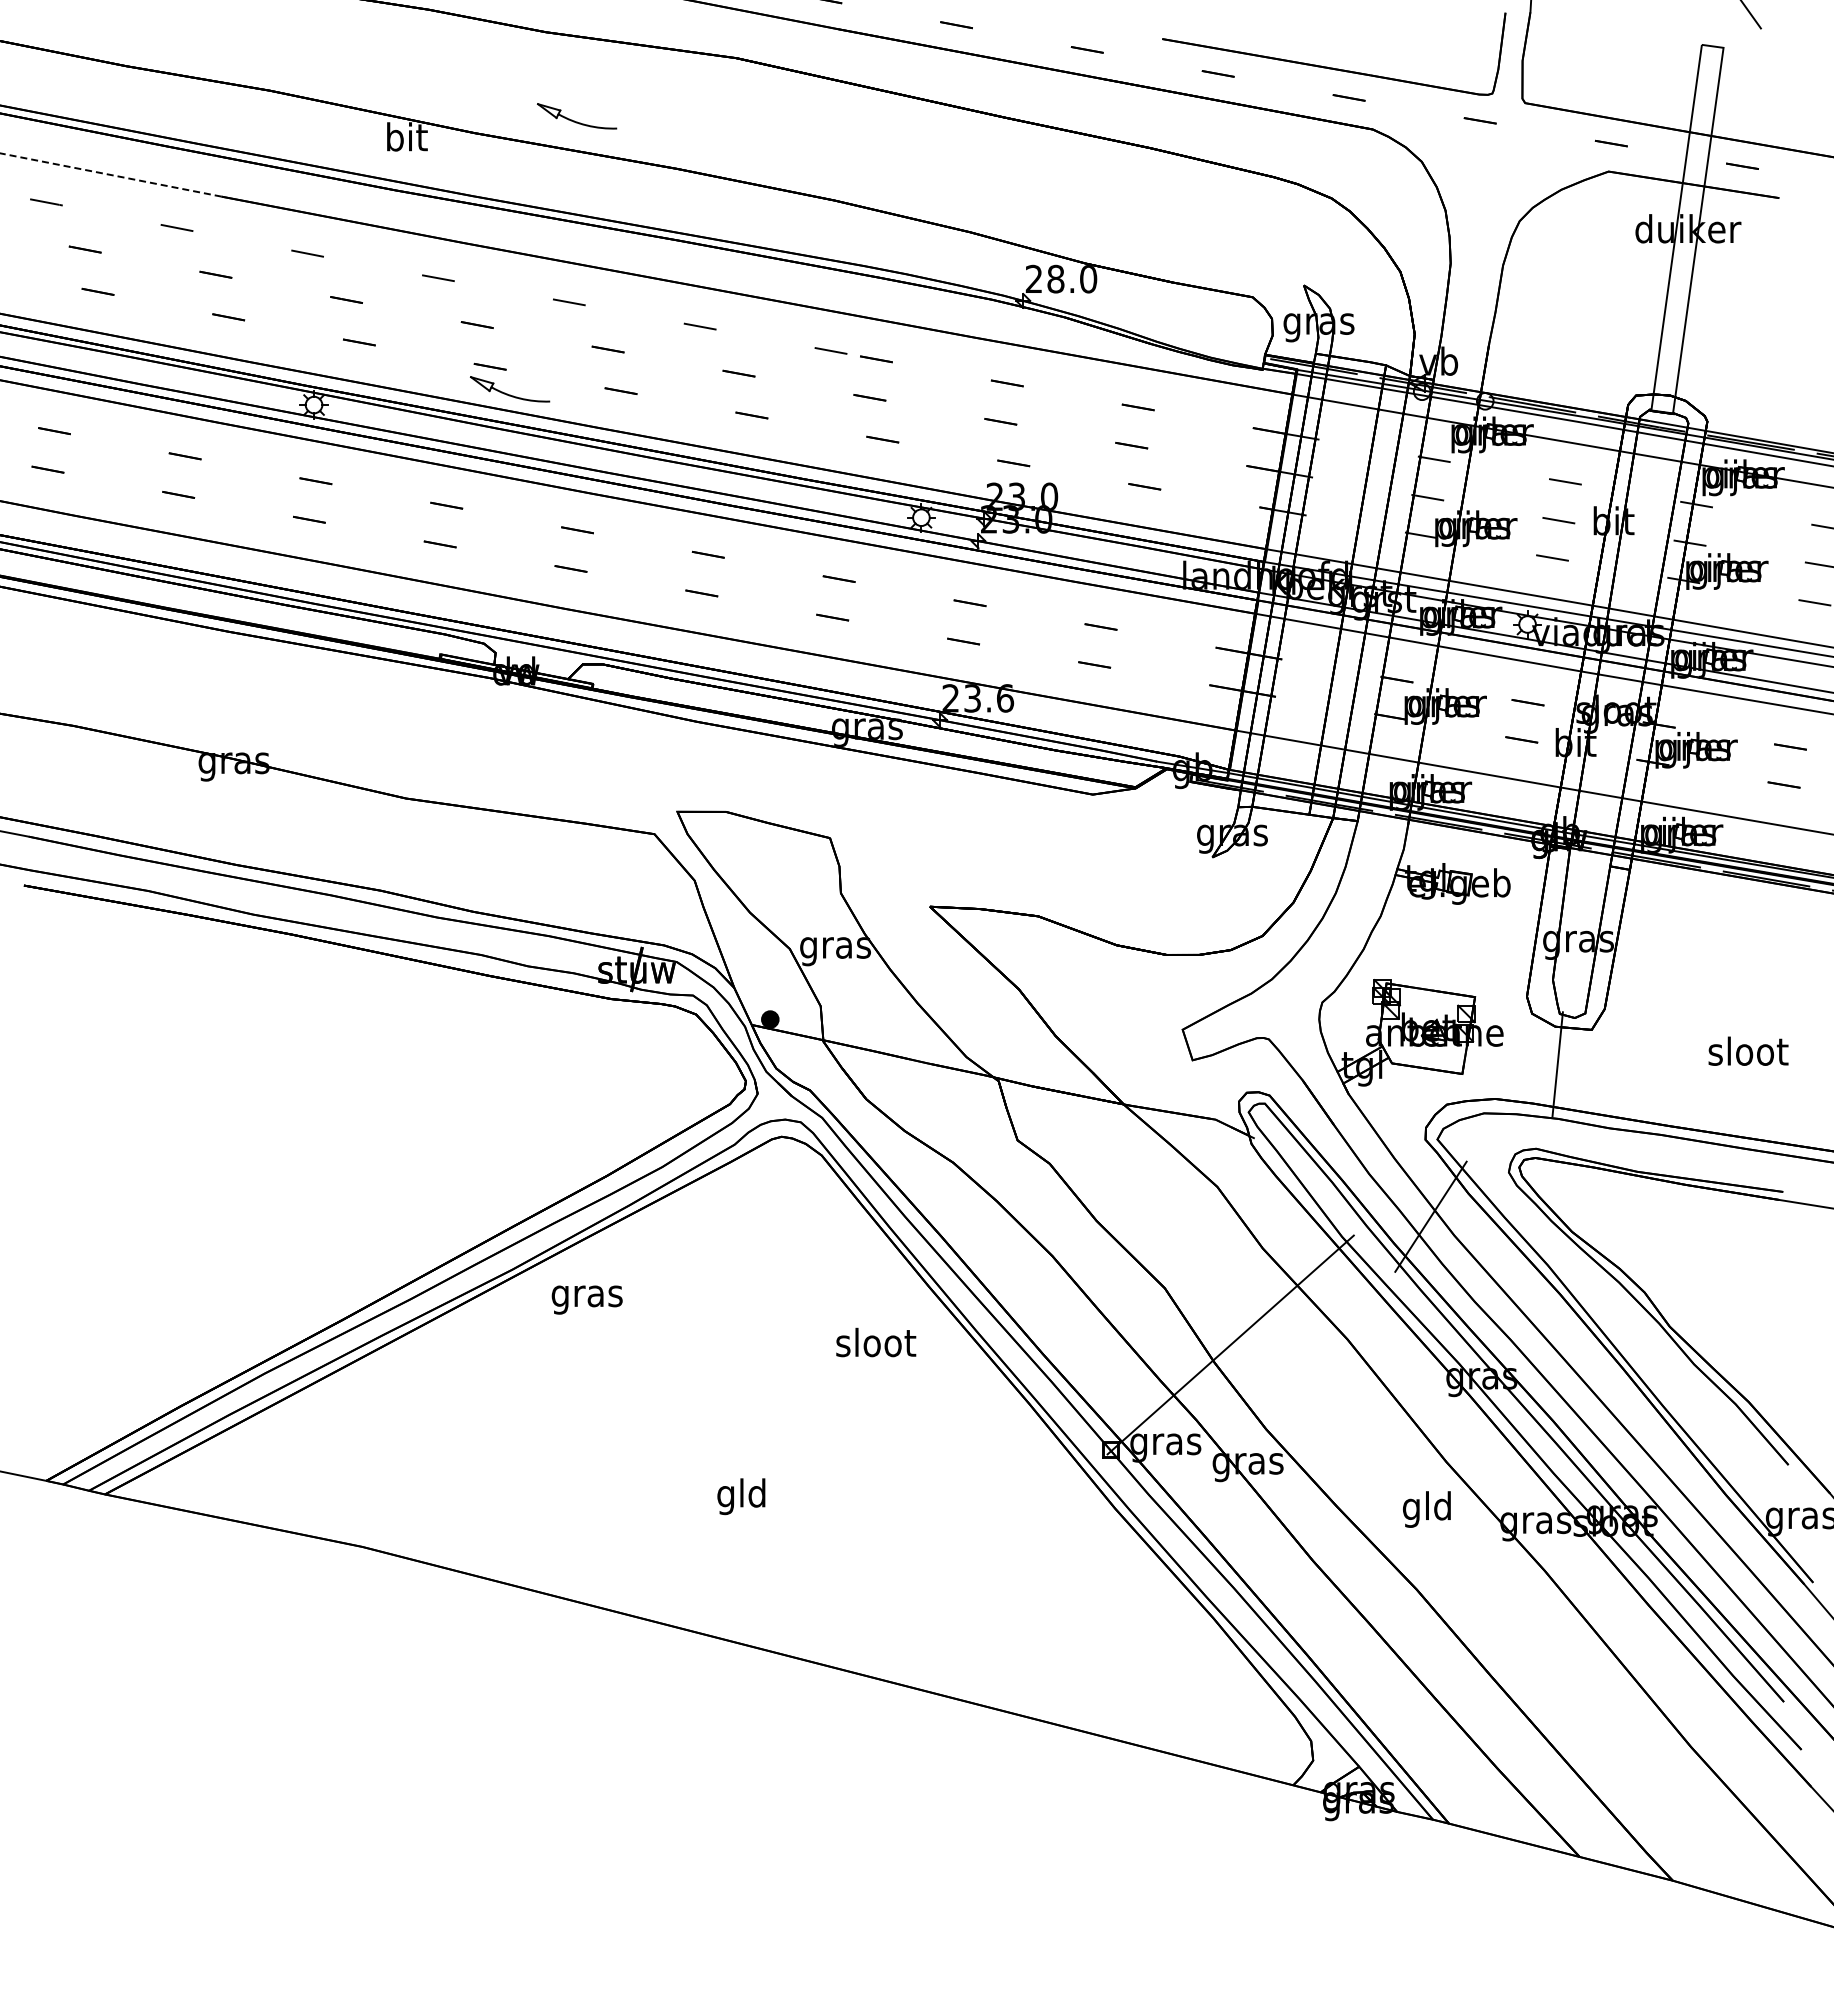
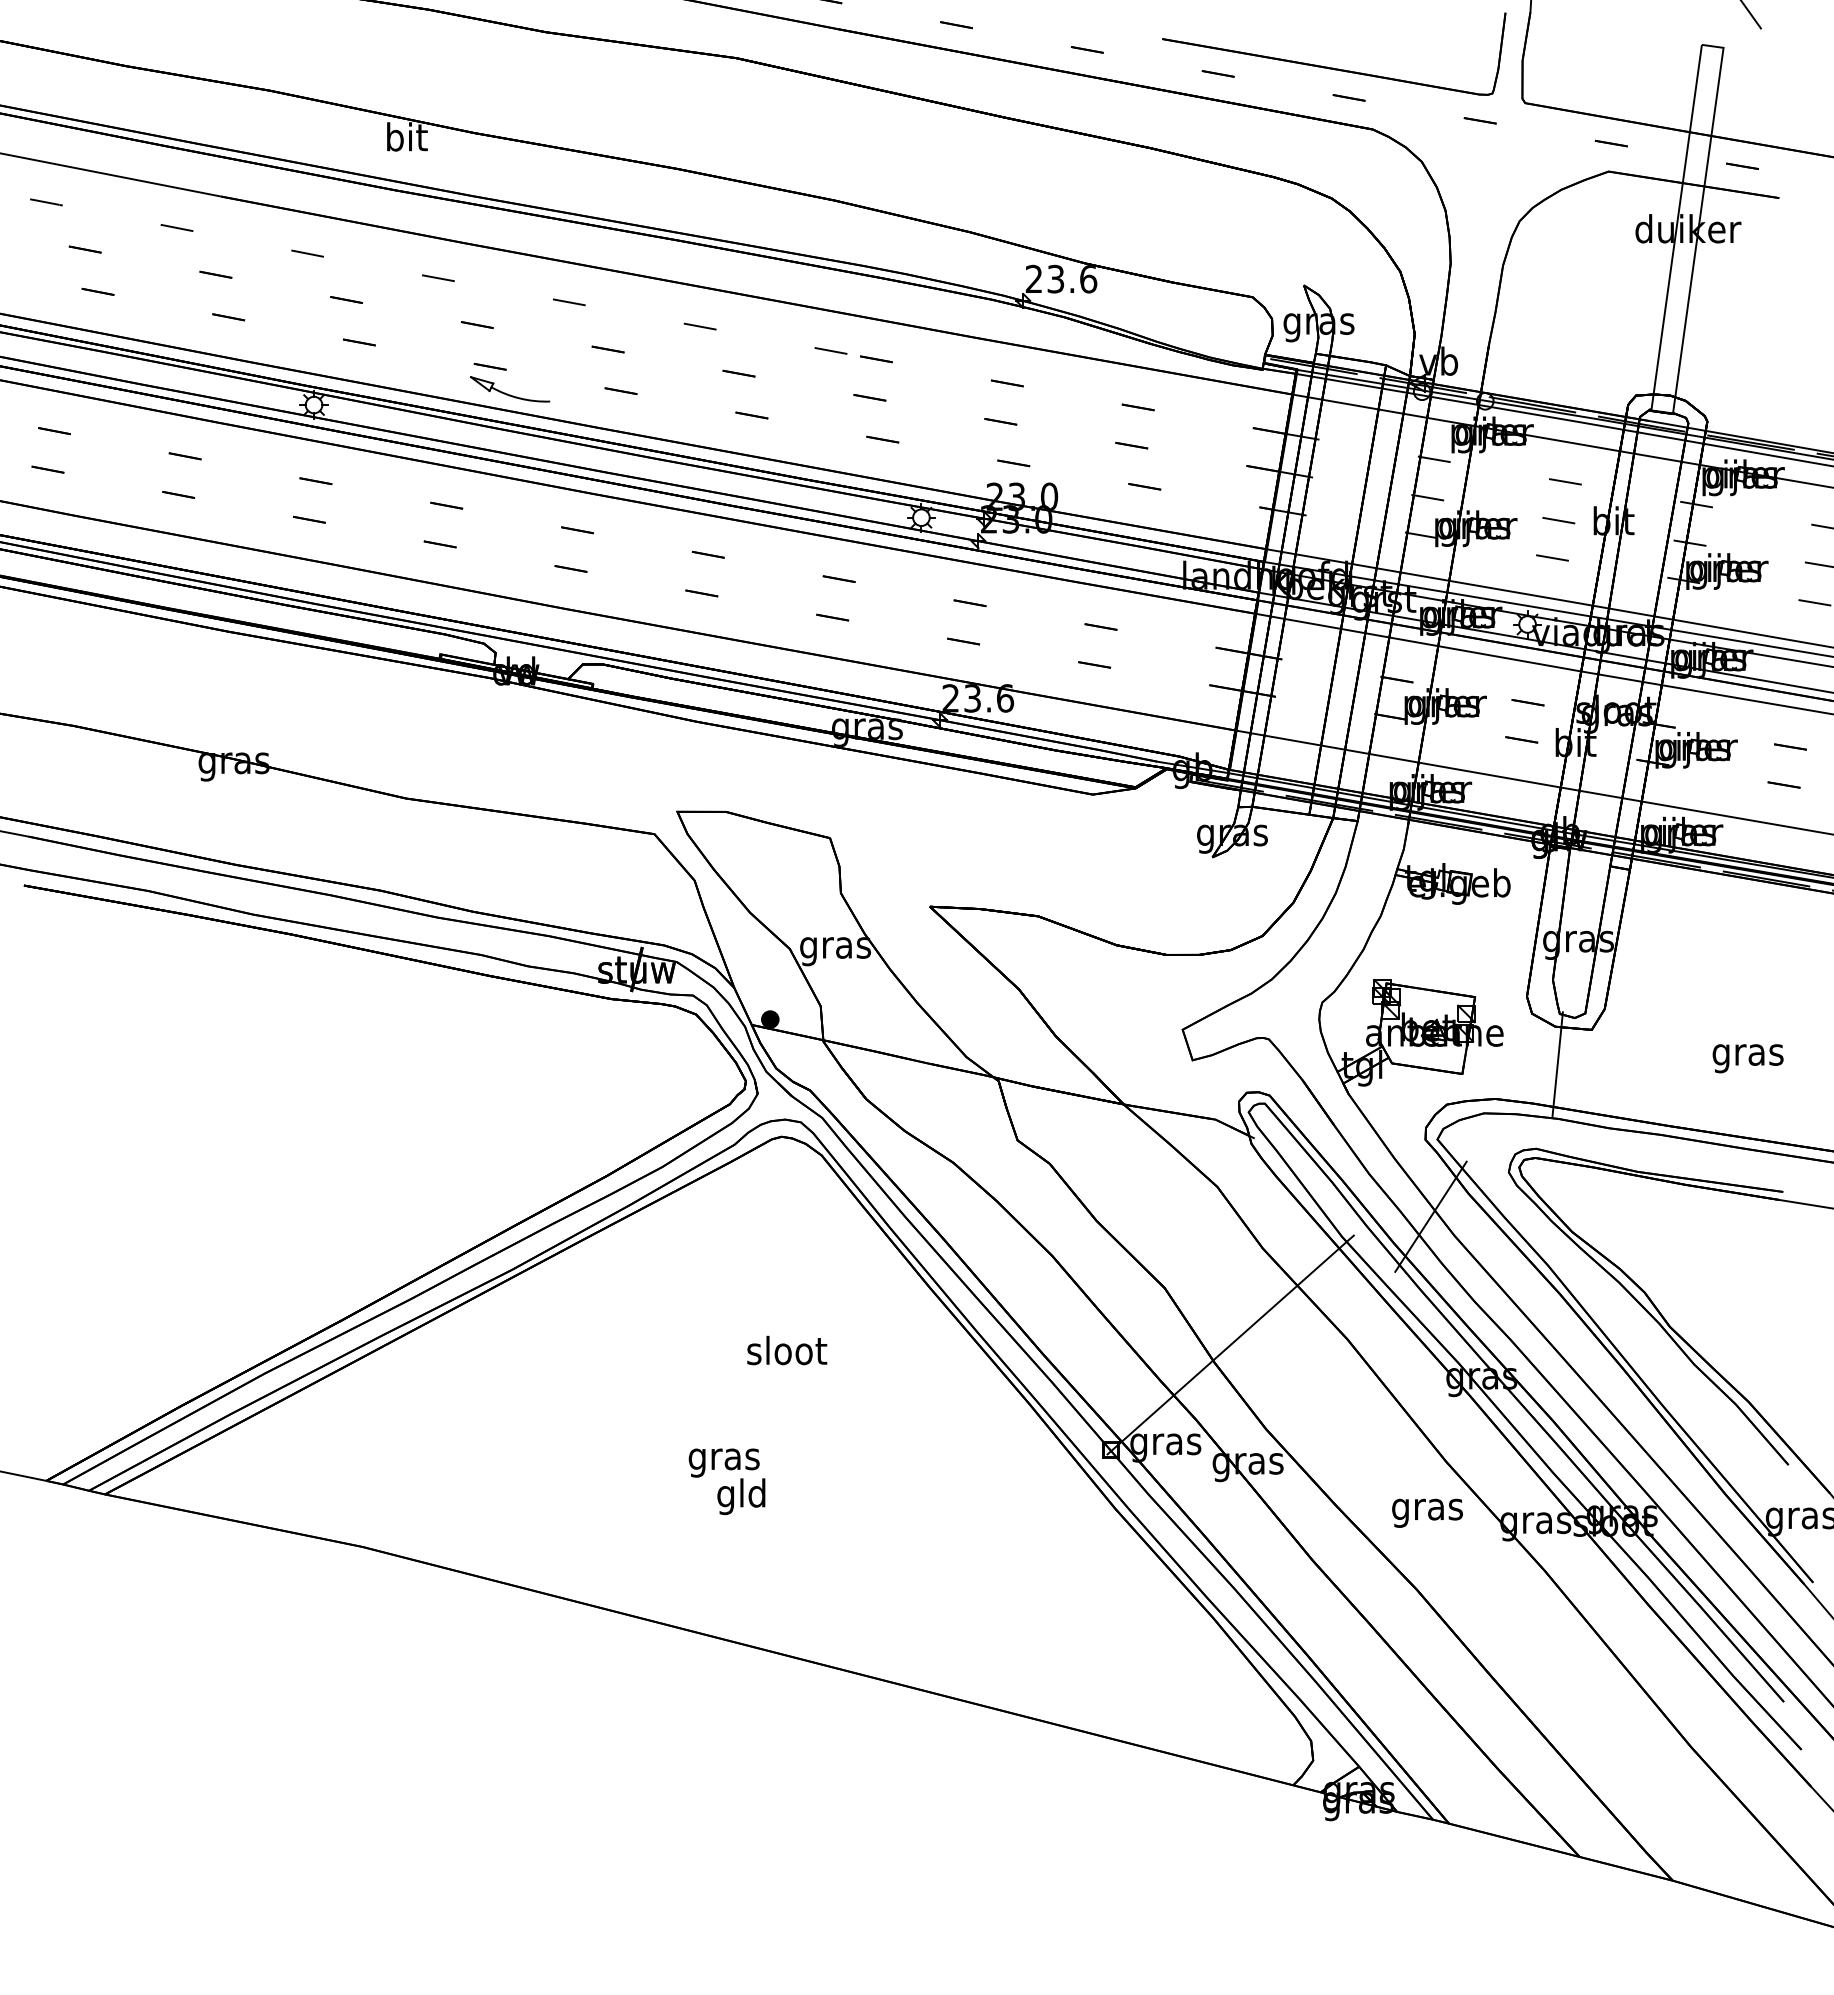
part at (577, 116): present -> none
line at (110, 175): dashed -> solid
text at (1072, 279): 28.0 -> 23.6
text at (1748, 1054): sloot -> gras
text at (586, 1299) position: (586, 1299) -> (723, 1462)
text at (876, 1342) position: (876, 1342) -> (787, 1350)
text at (1427, 1509): gld -> gras
